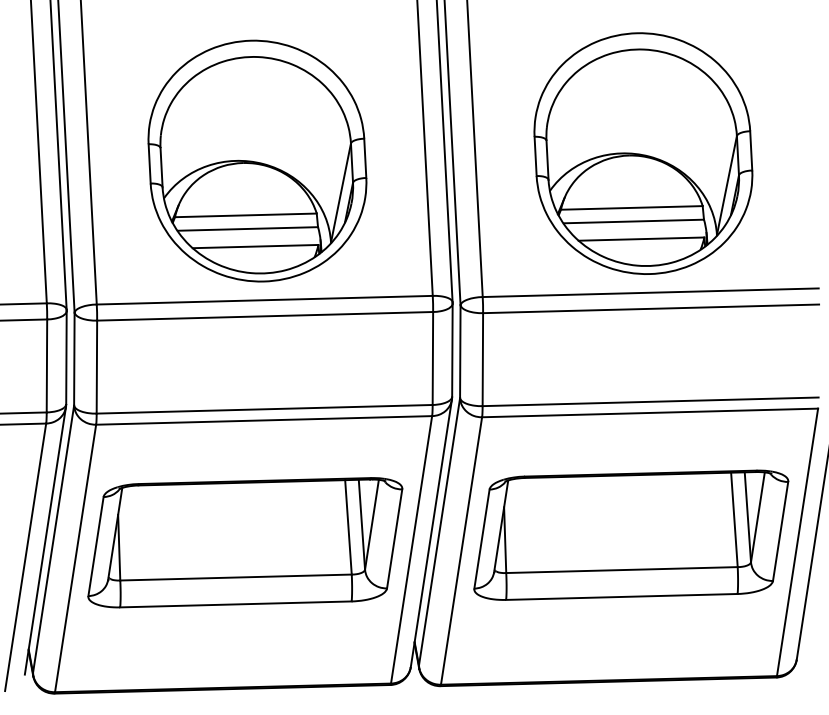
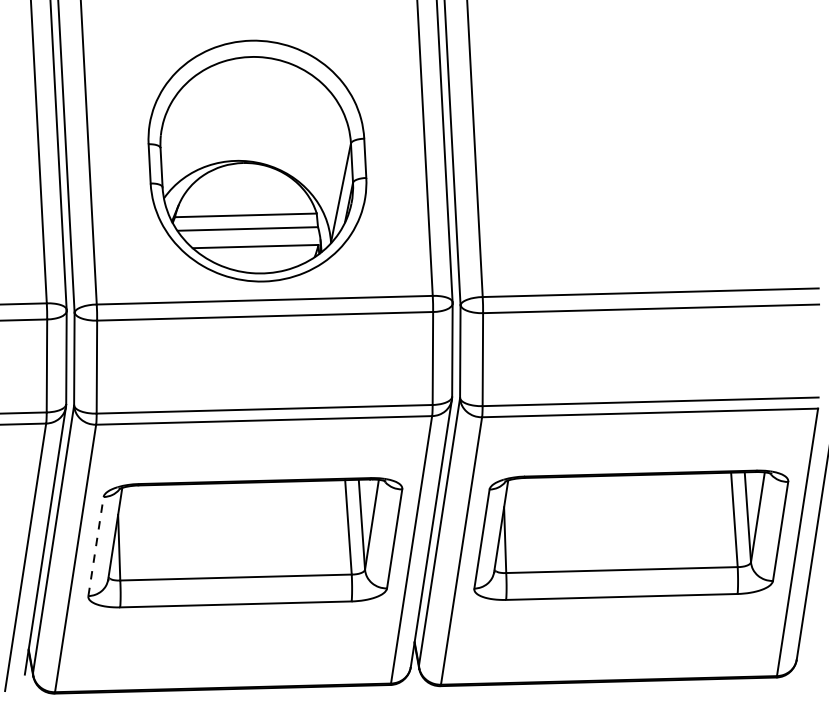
part at (643, 153): present -> none
line at (96, 546): solid -> dashed
